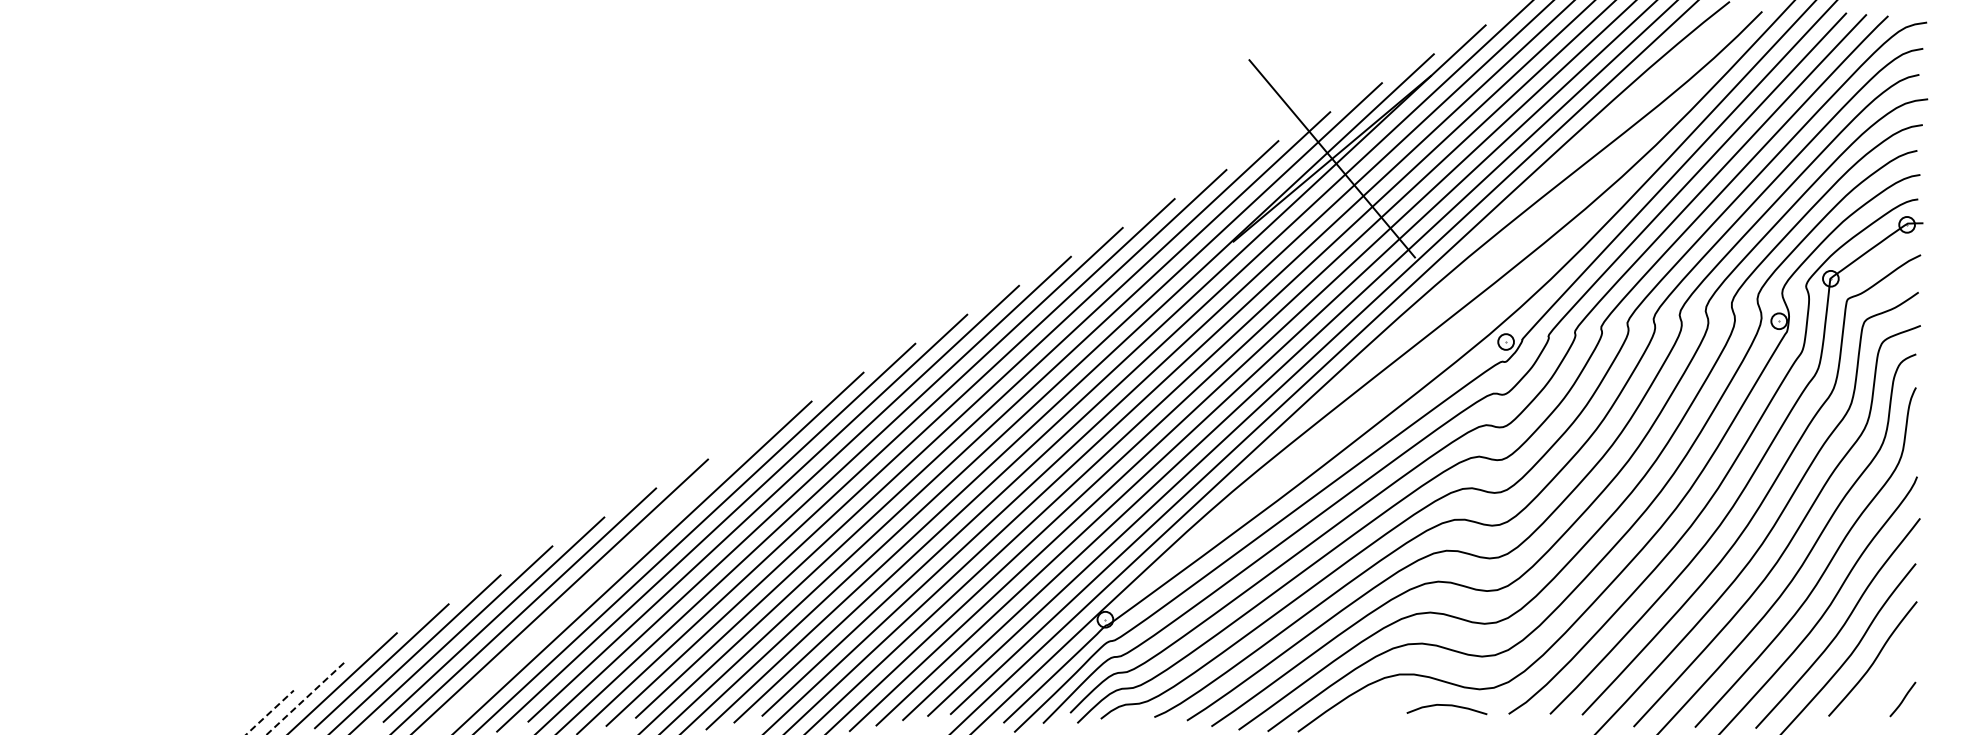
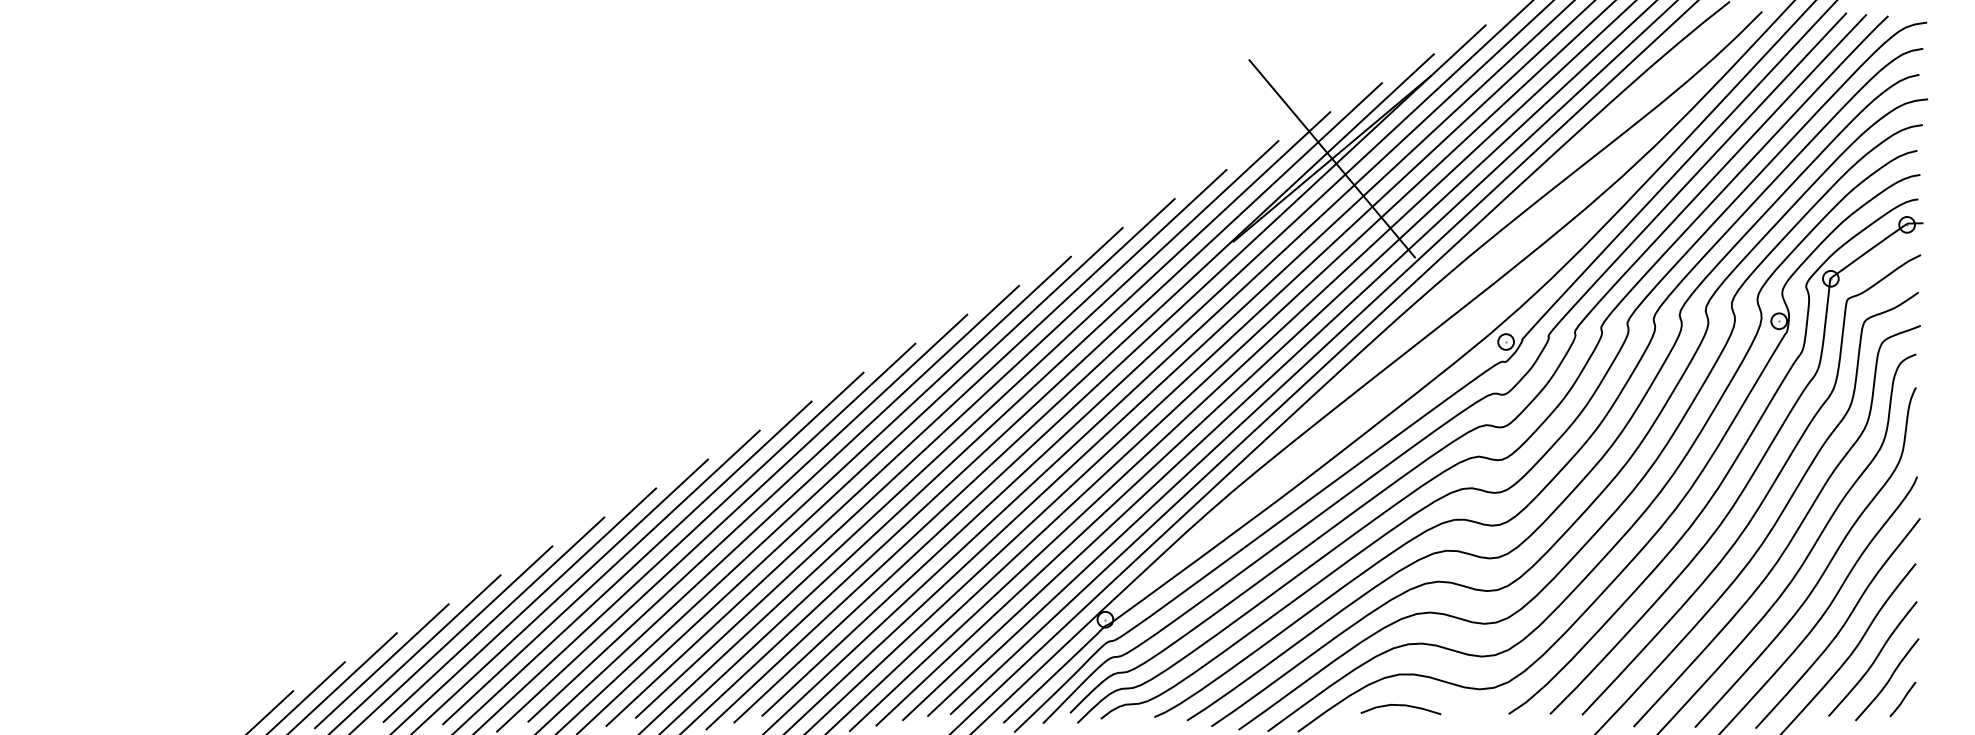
line at (601, 577): none -> present
curve at (1888, 679): none -> present
line at (306, 697): dashed -> solid
curve at (1446, 706) position: (1446, 706) -> (1400, 706)
line at (270, 712): dashed -> solid
